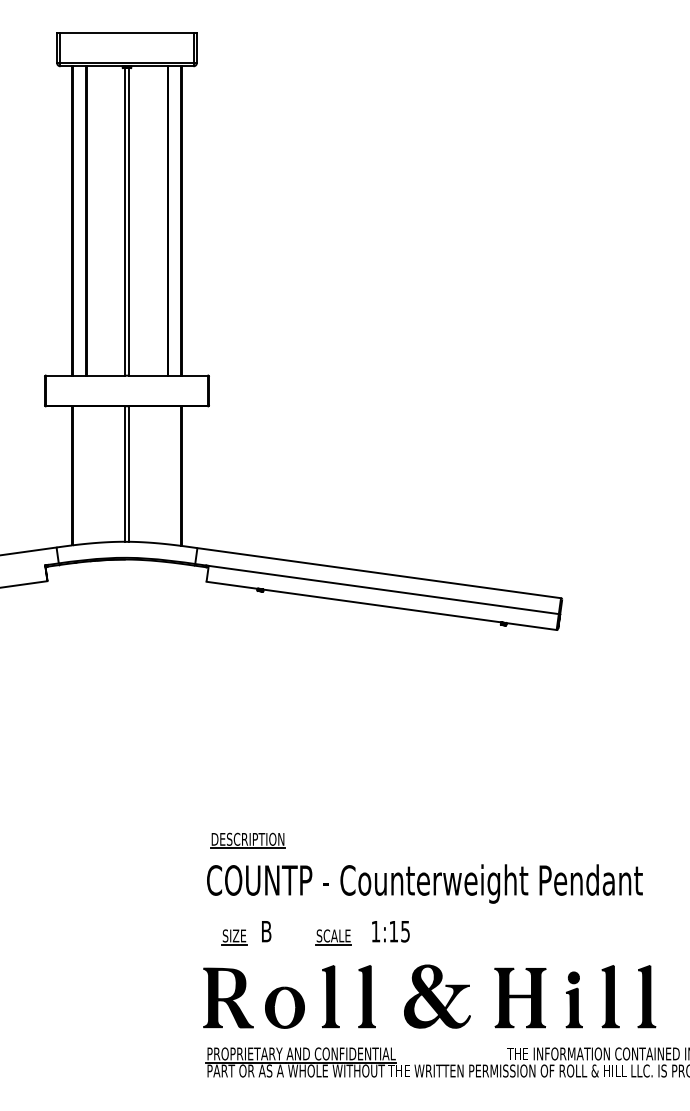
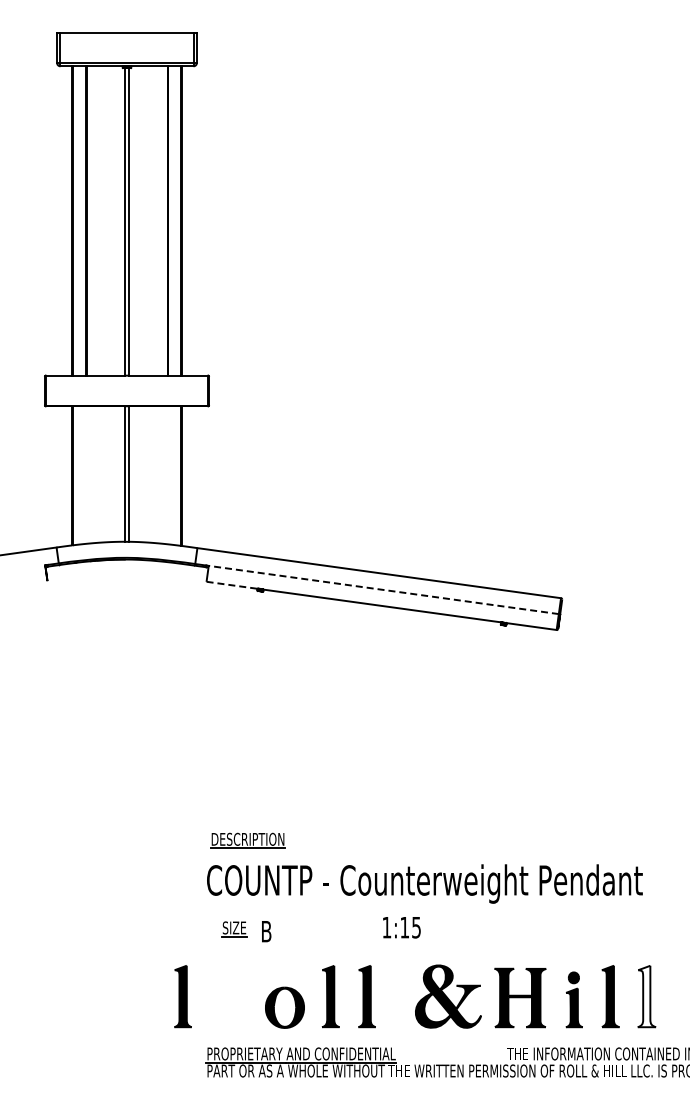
line at (24, 584): present -> none
line at (232, 585): solid -> dashed
line at (383, 589): solid -> dashed
text at (390, 931) position: (390, 931) -> (401, 927)
part at (234, 937) position: (234, 937) -> (234, 929)
part at (333, 937): present -> none
part at (182, 996): none -> present
part at (437, 996) position: (437, 996) -> (448, 996)
fill at (646, 996): present -> none
part at (228, 997): present -> none
